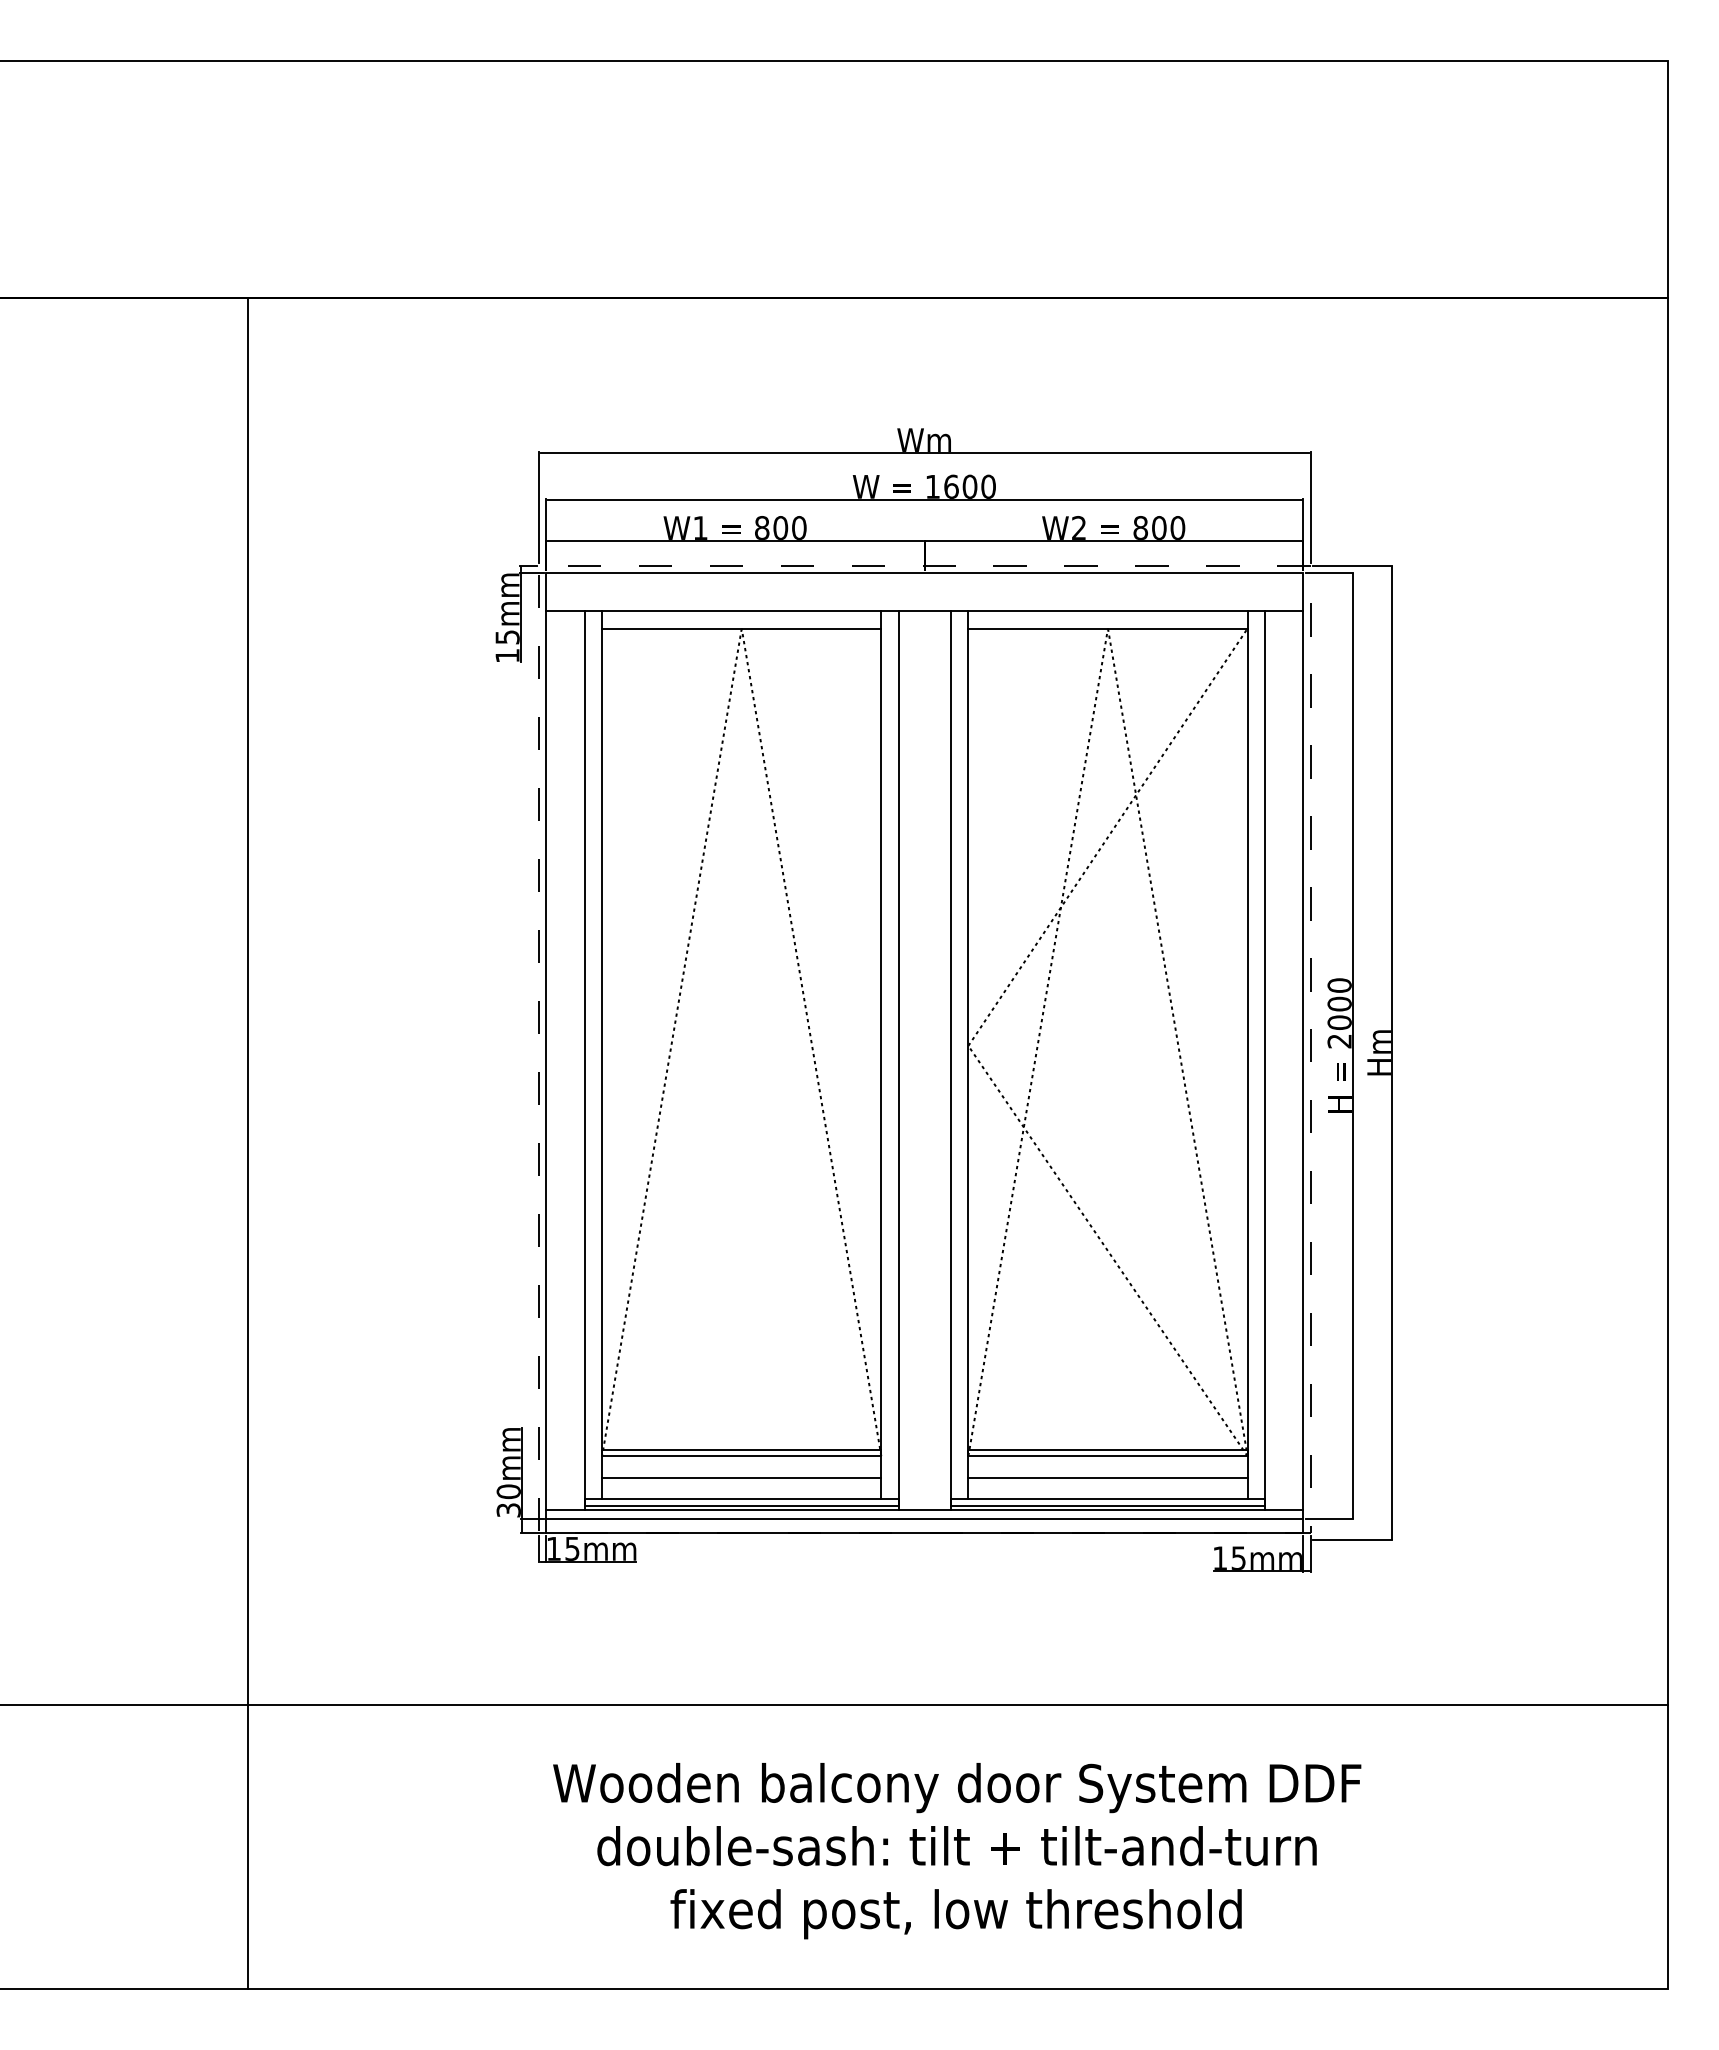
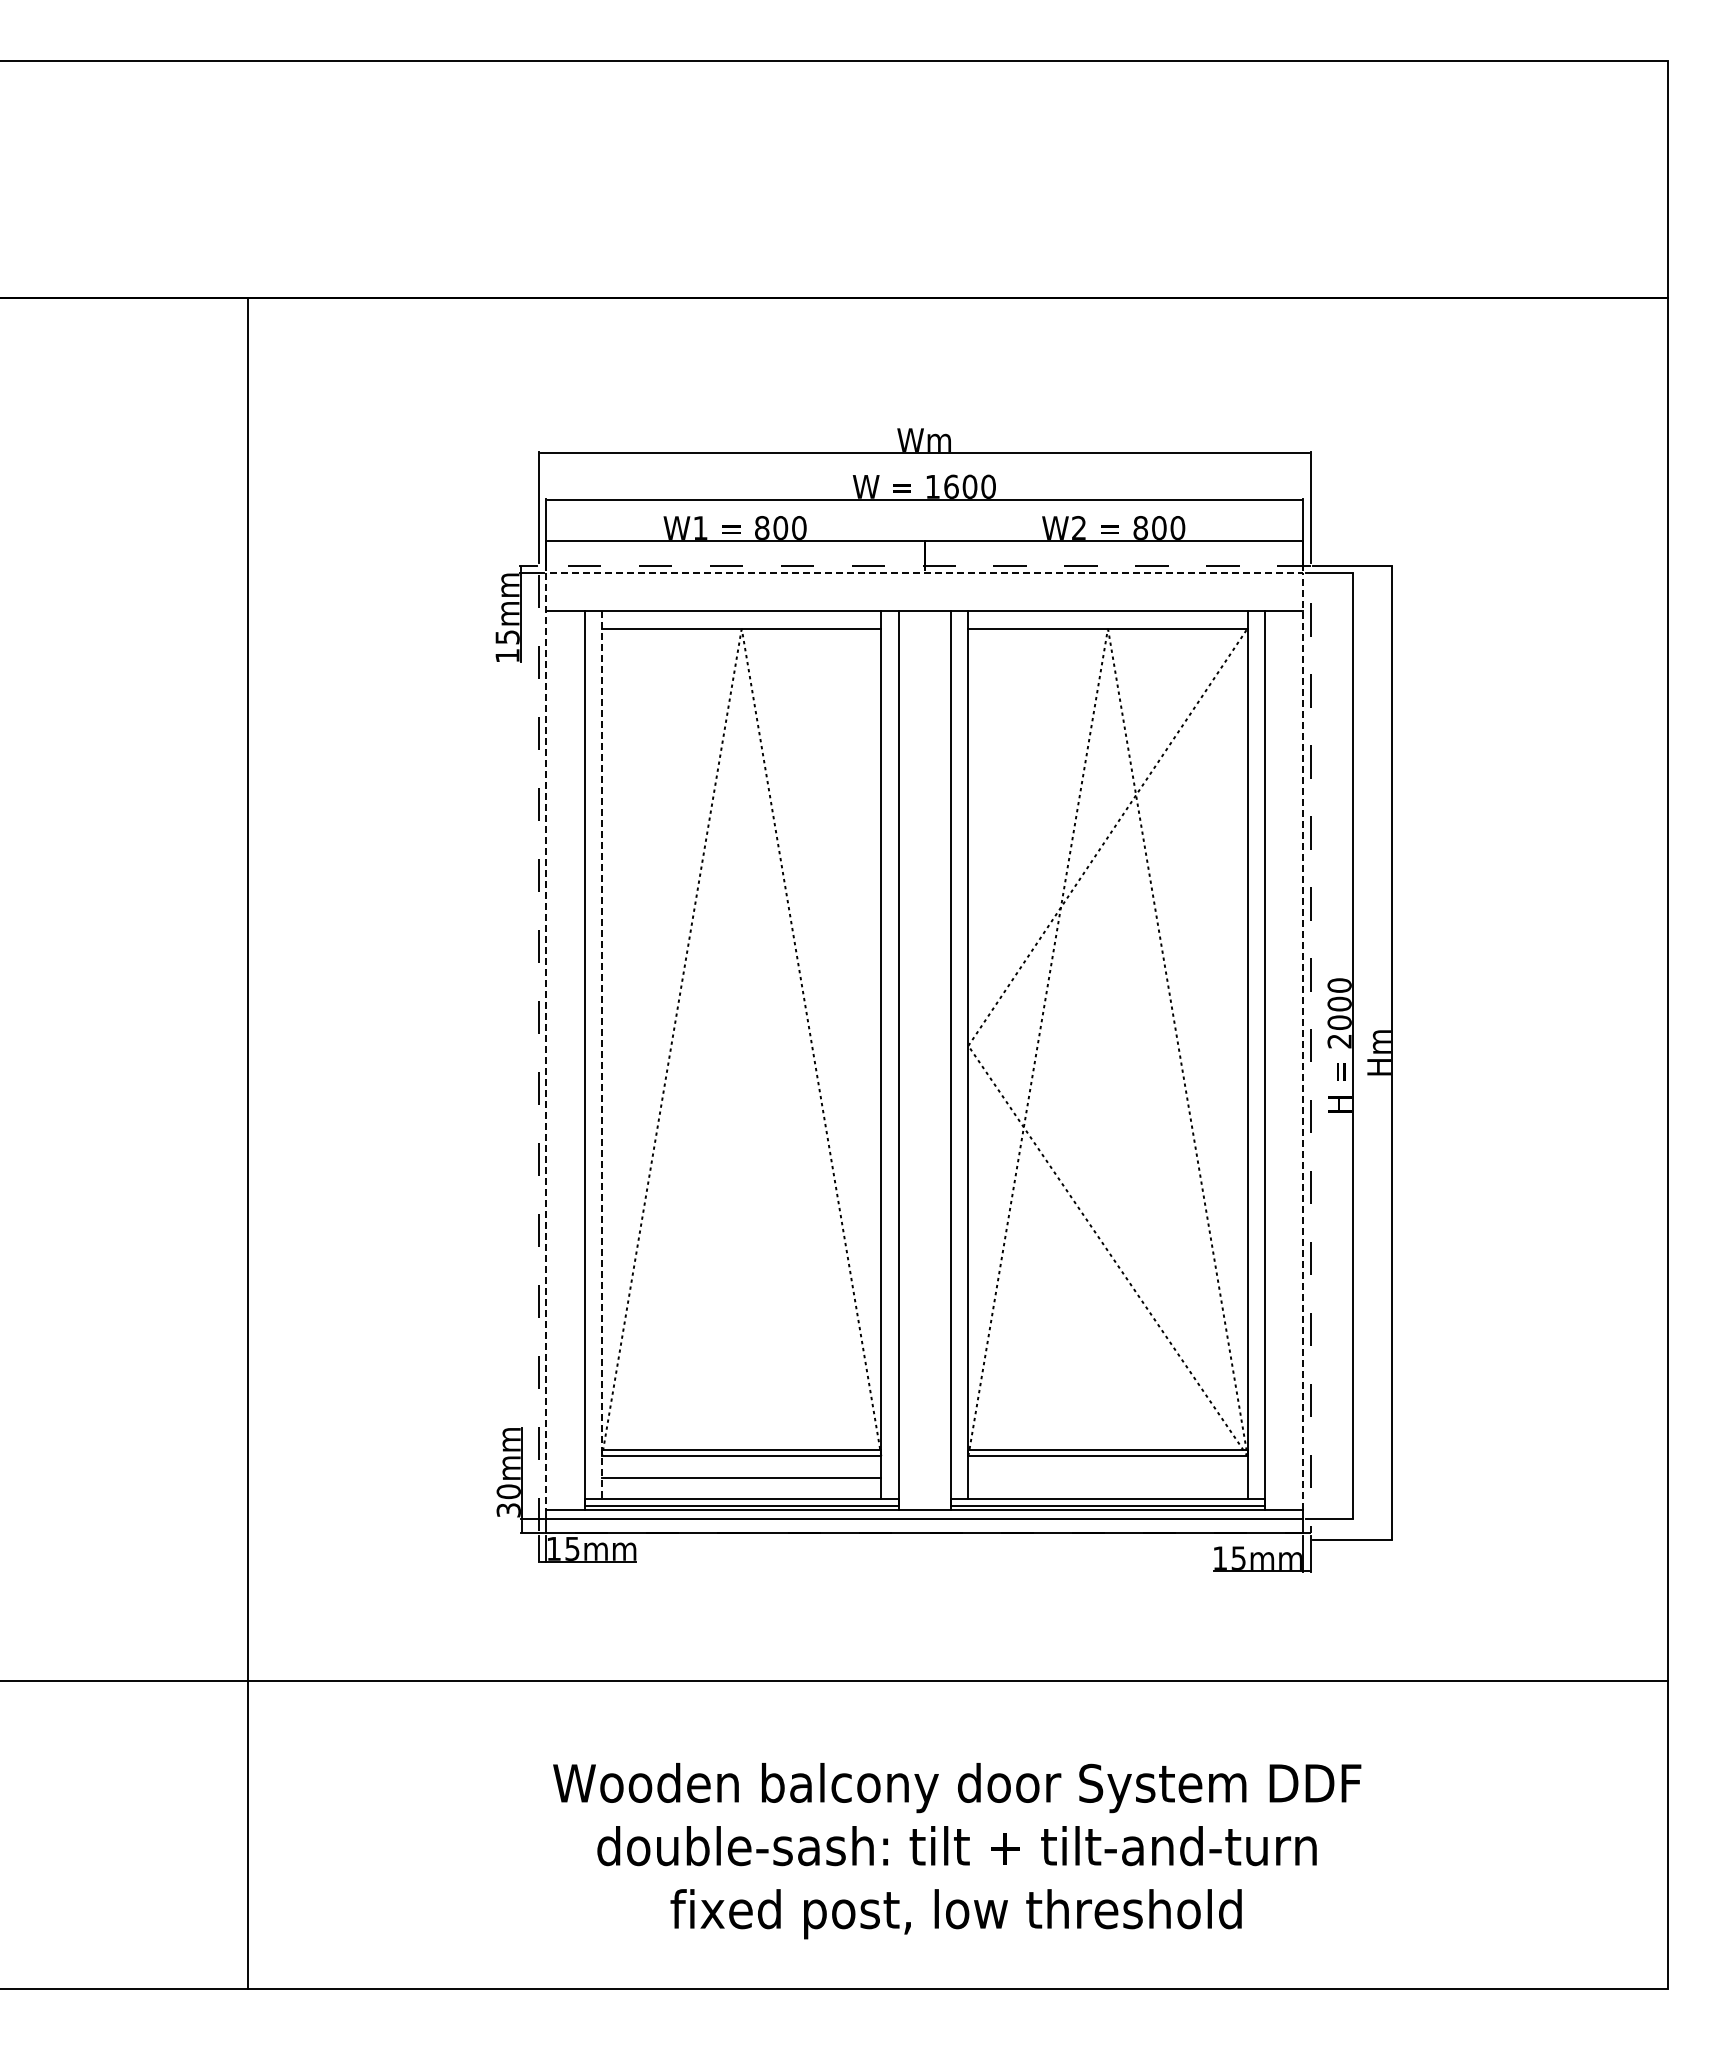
line at (924, 572): solid -> dashed
line at (602, 1055): solid -> dashed
line at (1107, 1478): present -> none
line at (834, 1704) position: (834, 1704) -> (834, 1680)
